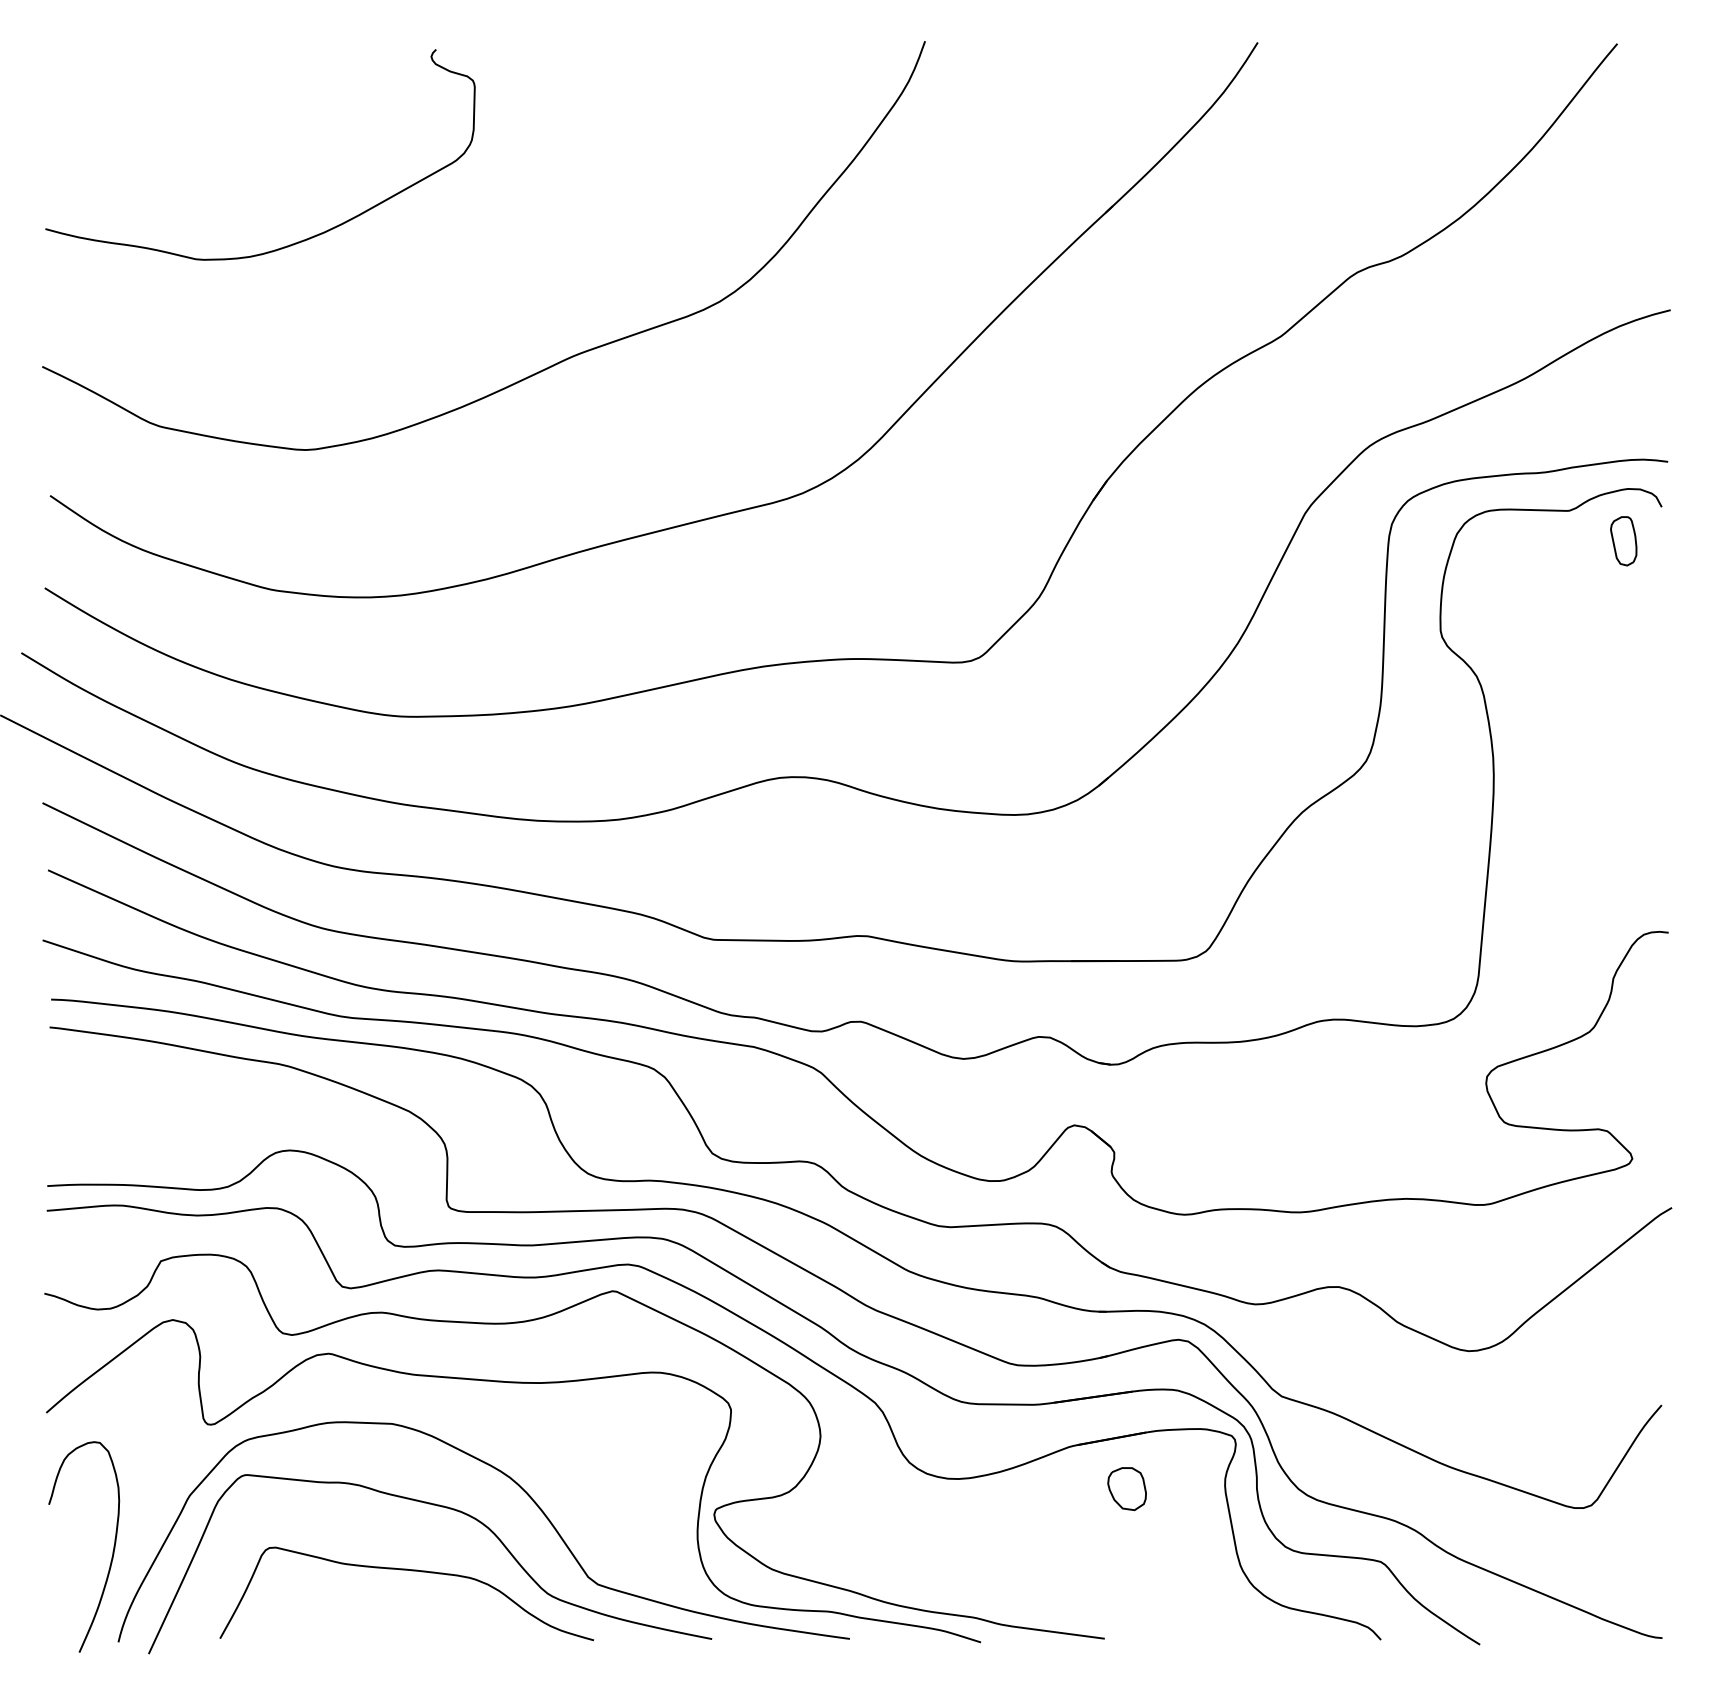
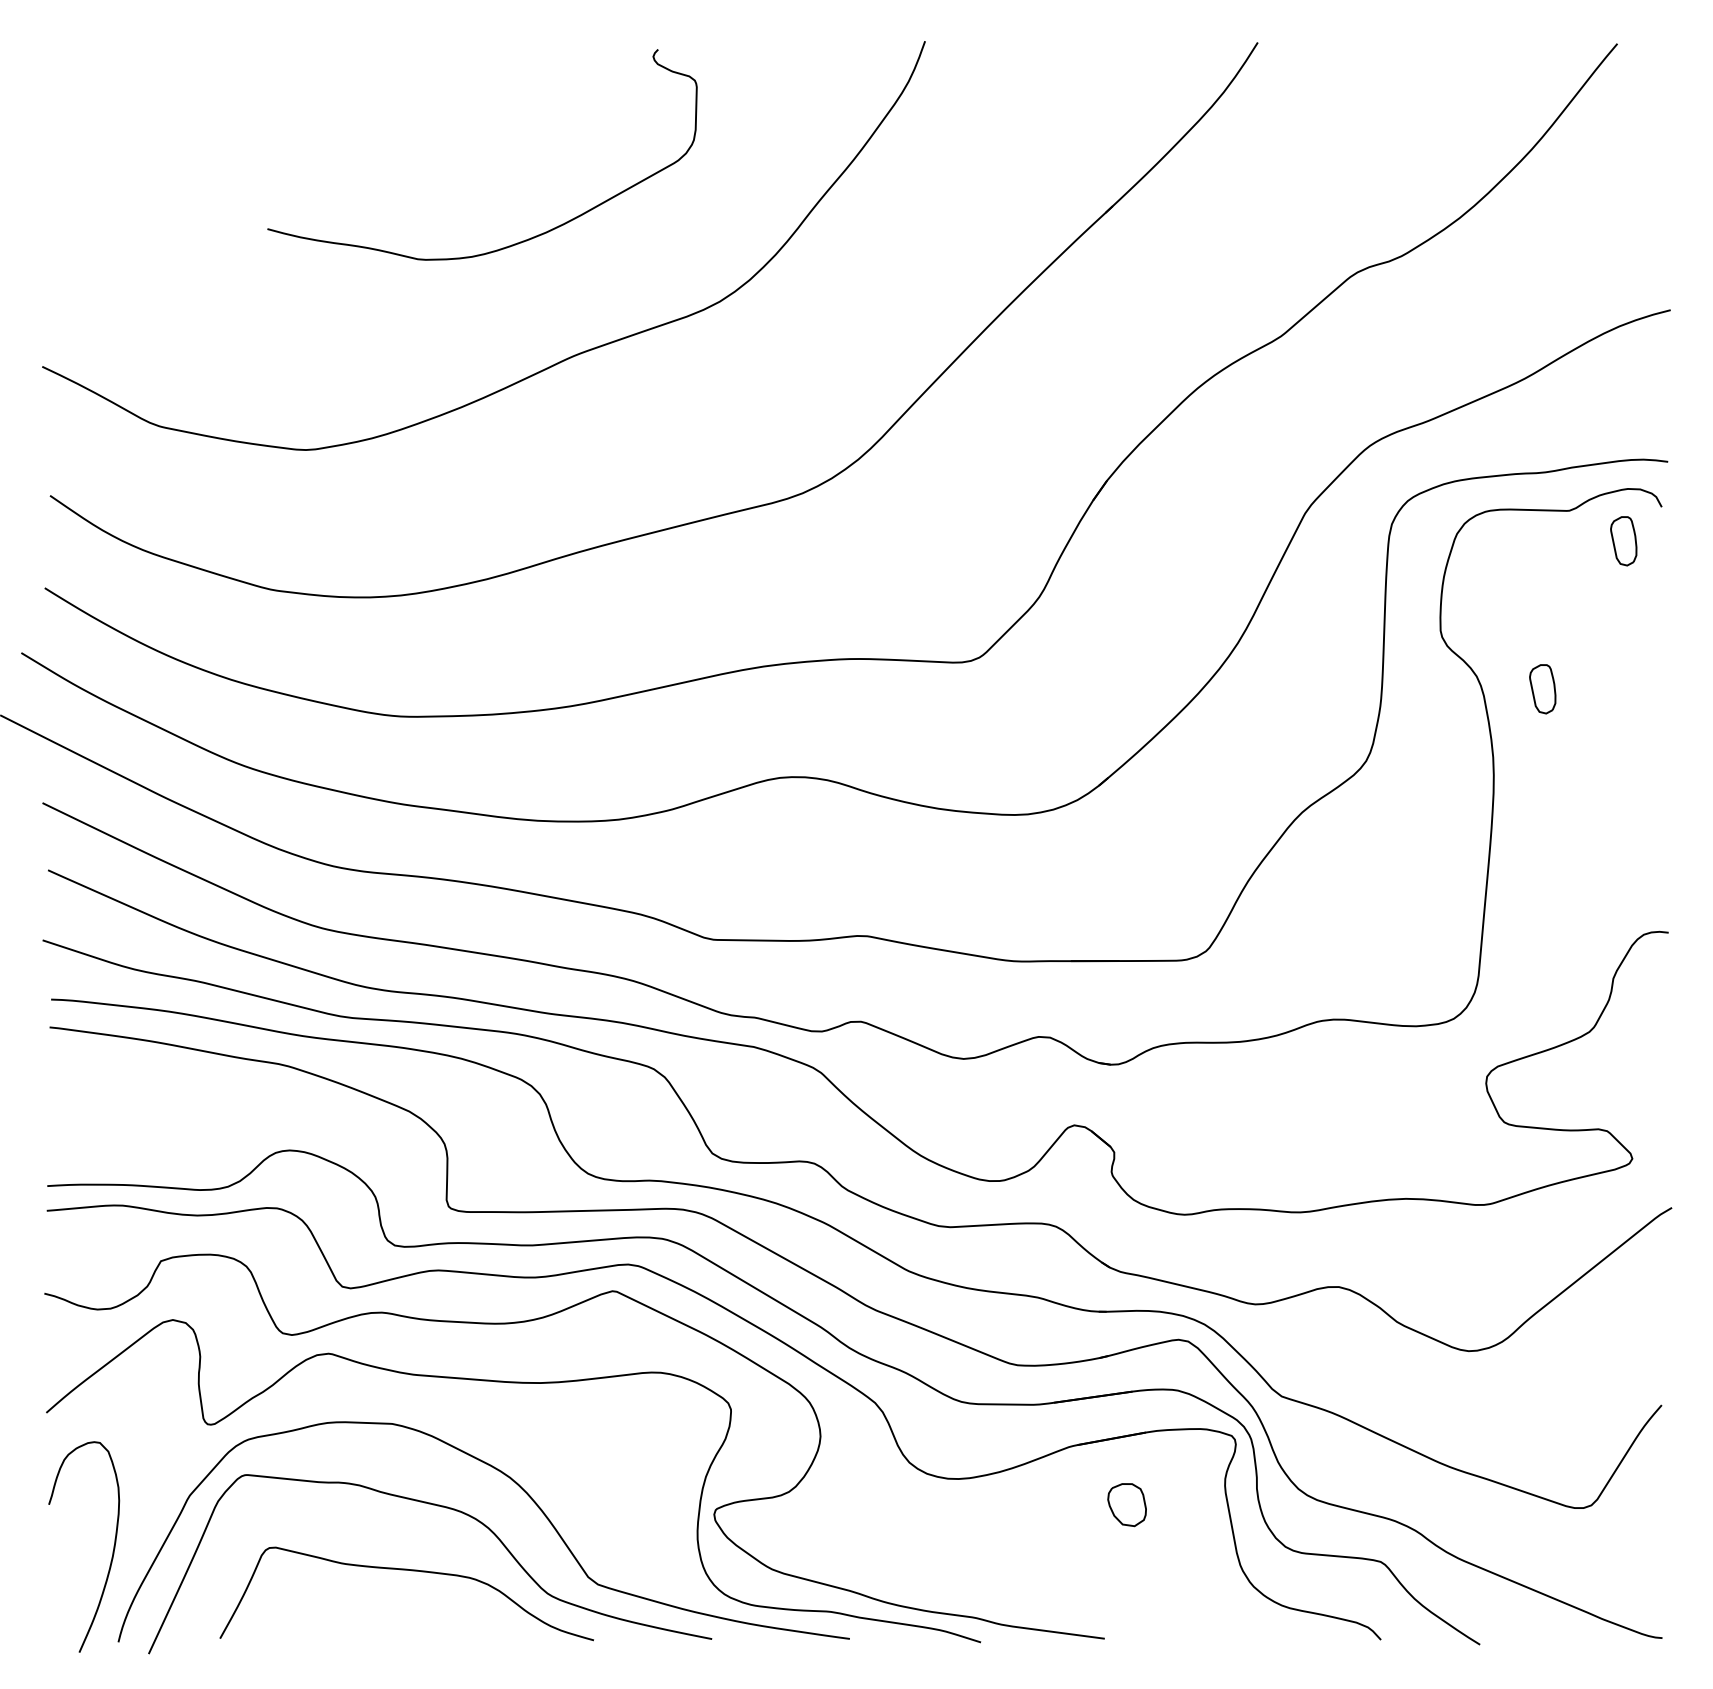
curve at (289, 244) position: (289, 244) -> (511, 244)
part at (1542, 689): none -> present
part at (1126, 1489) position: (1126, 1489) -> (1126, 1505)
